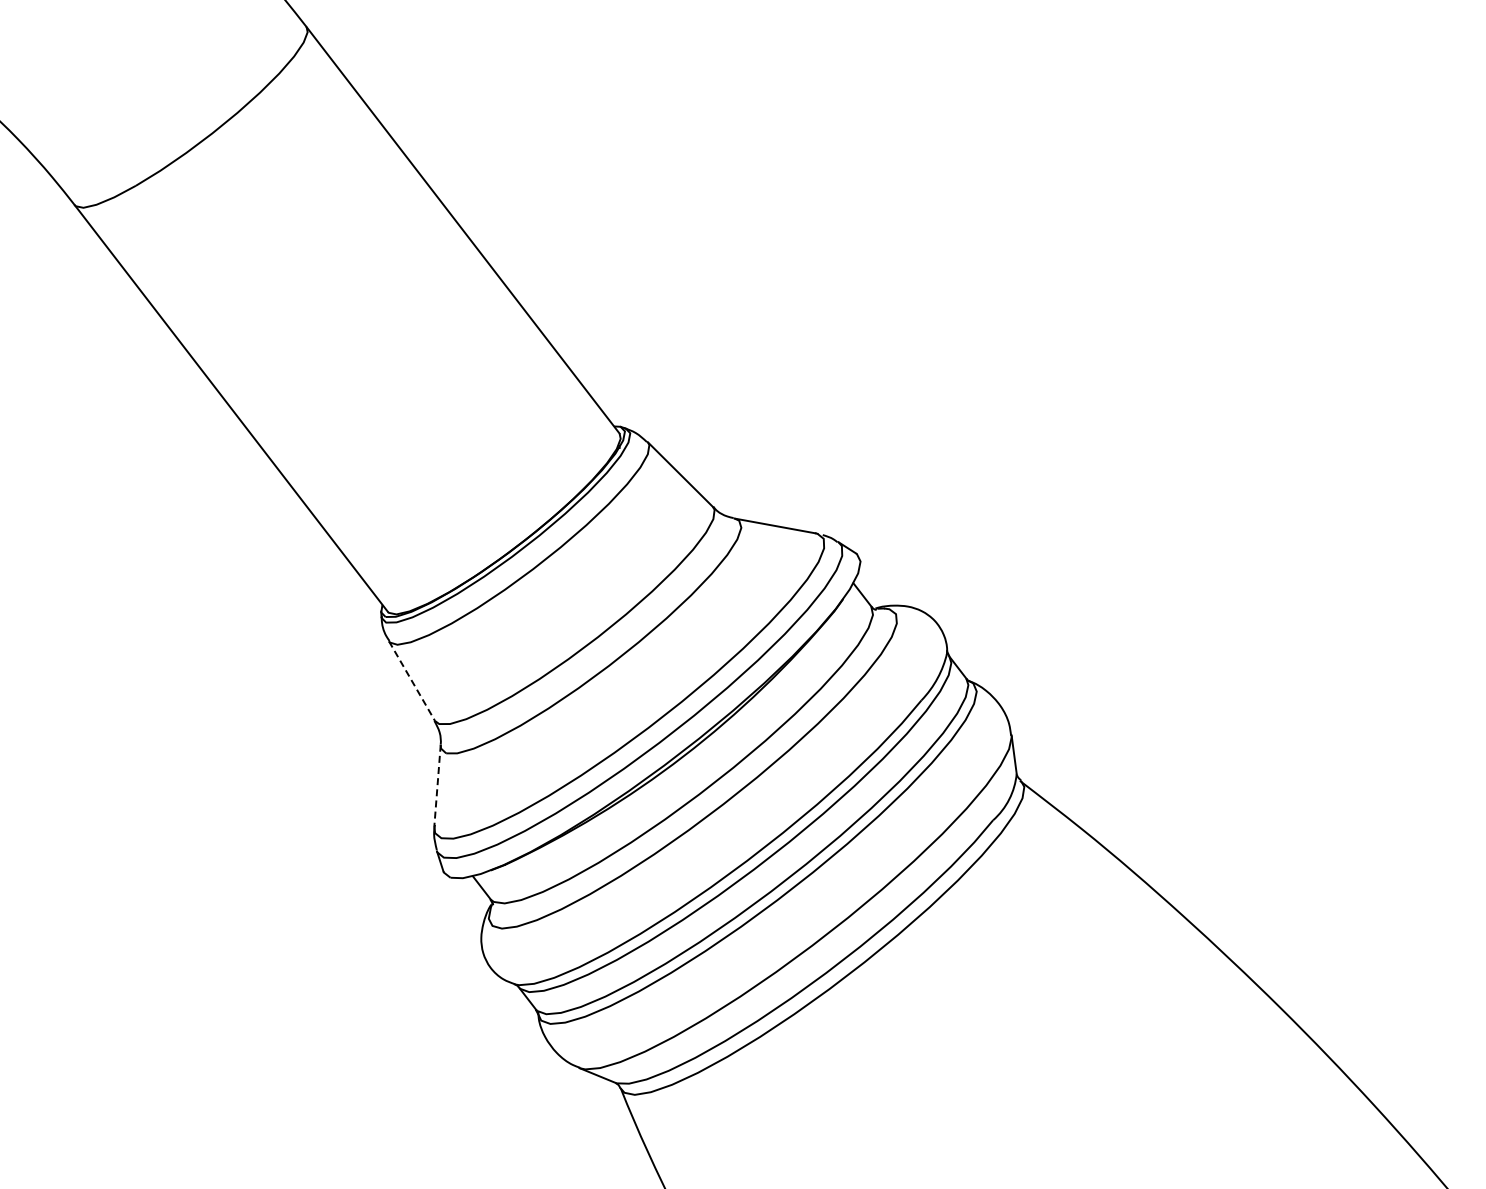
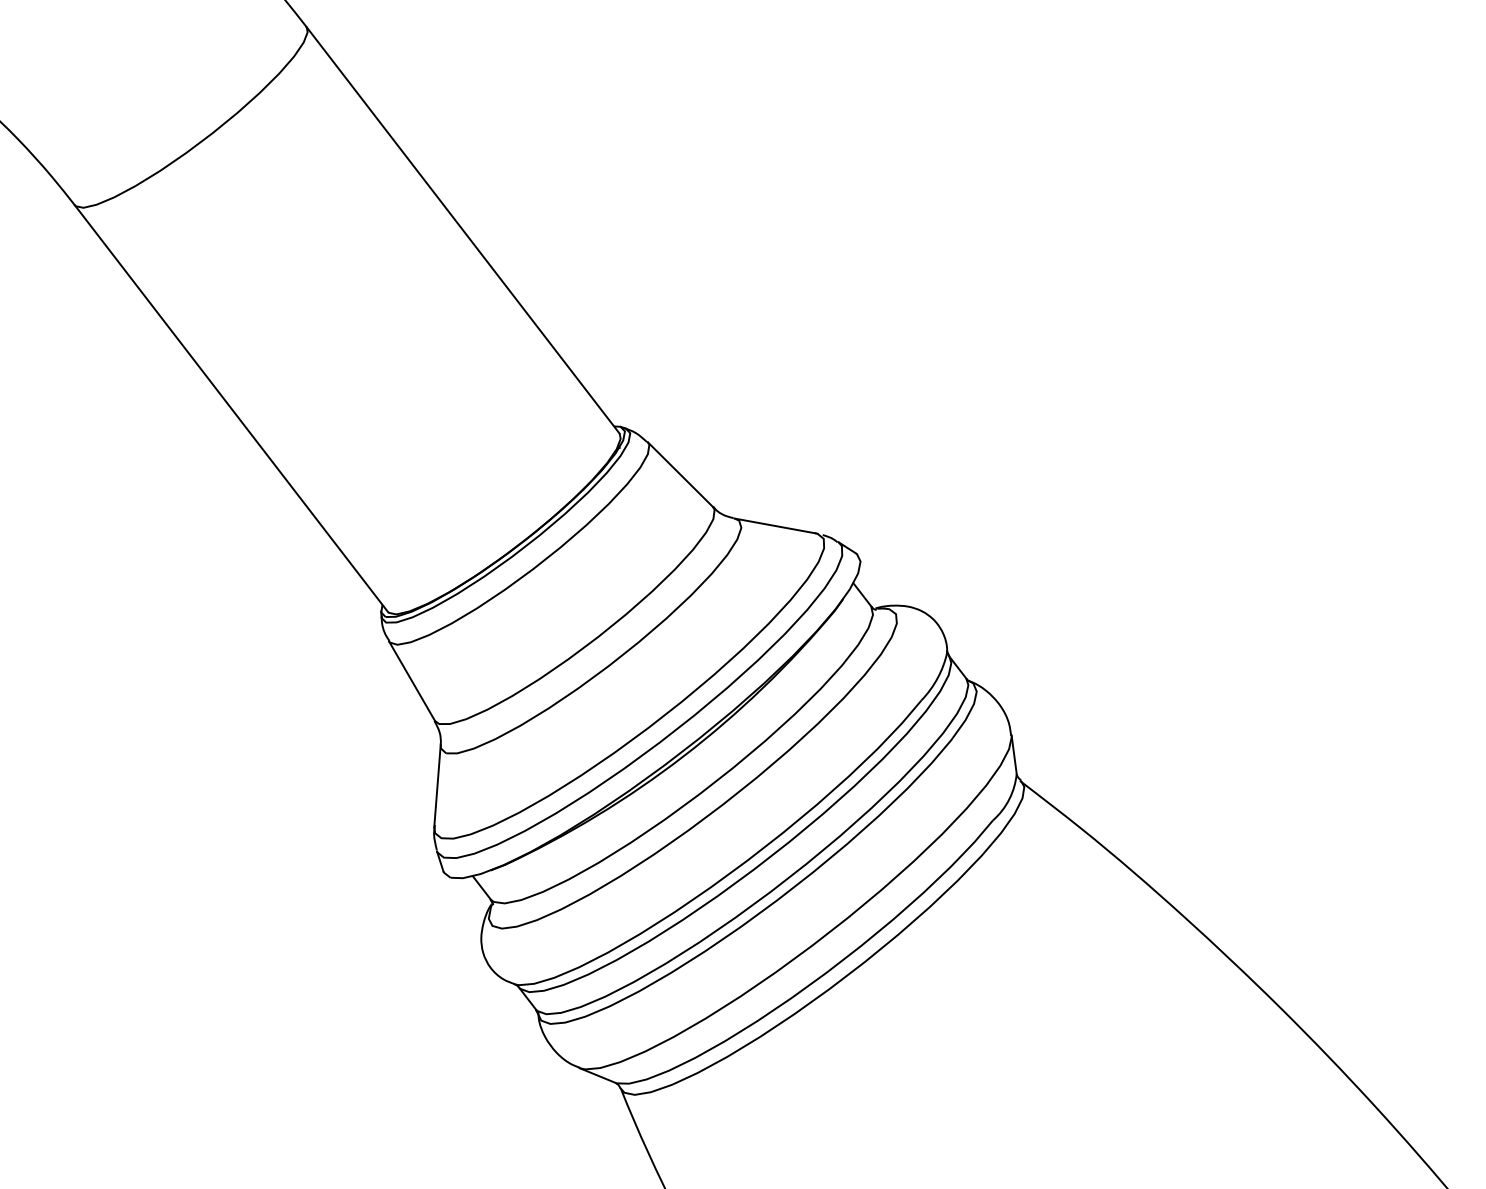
line at (412, 681): dashed -> solid
line at (437, 786): dashed -> solid
